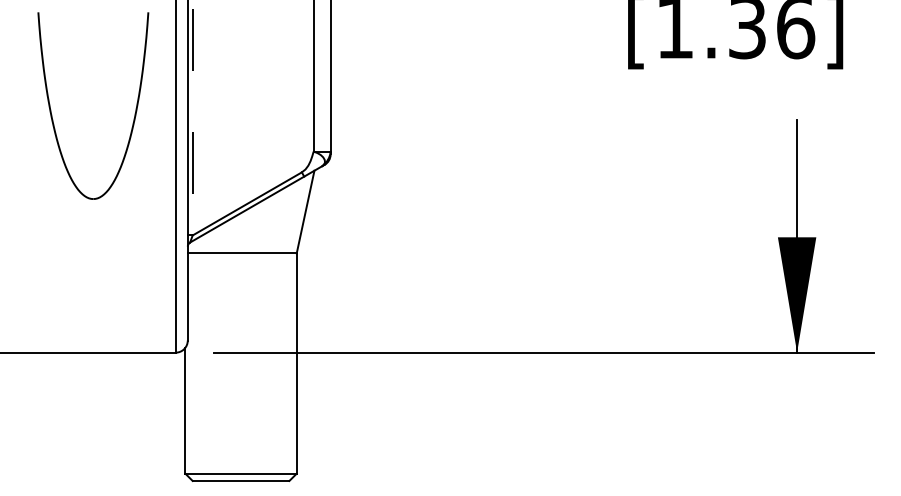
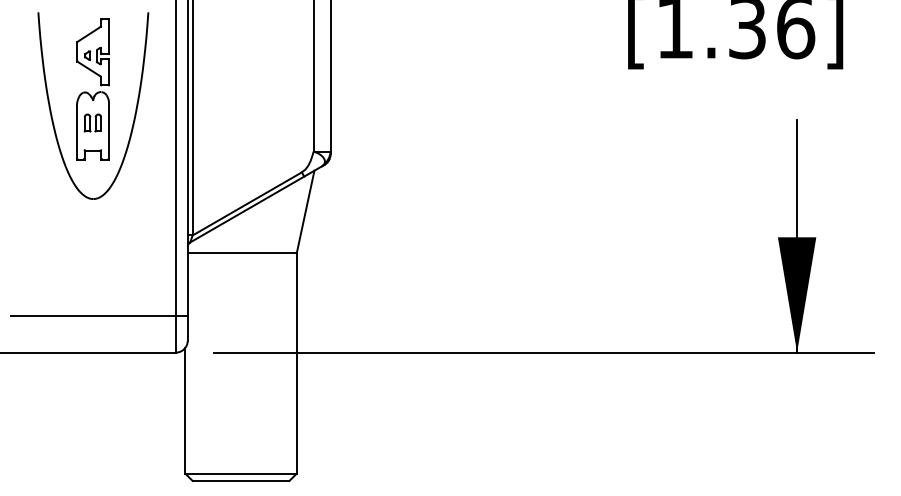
part at (92, 89): none -> present
line at (192, 118): dashed -> solid
line at (99, 316): none -> present
